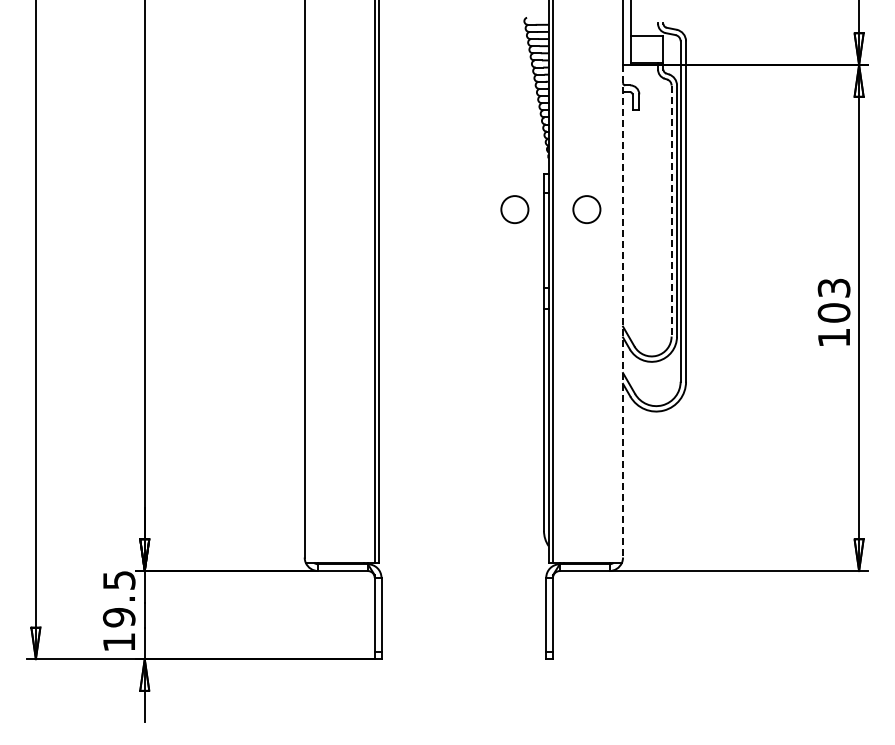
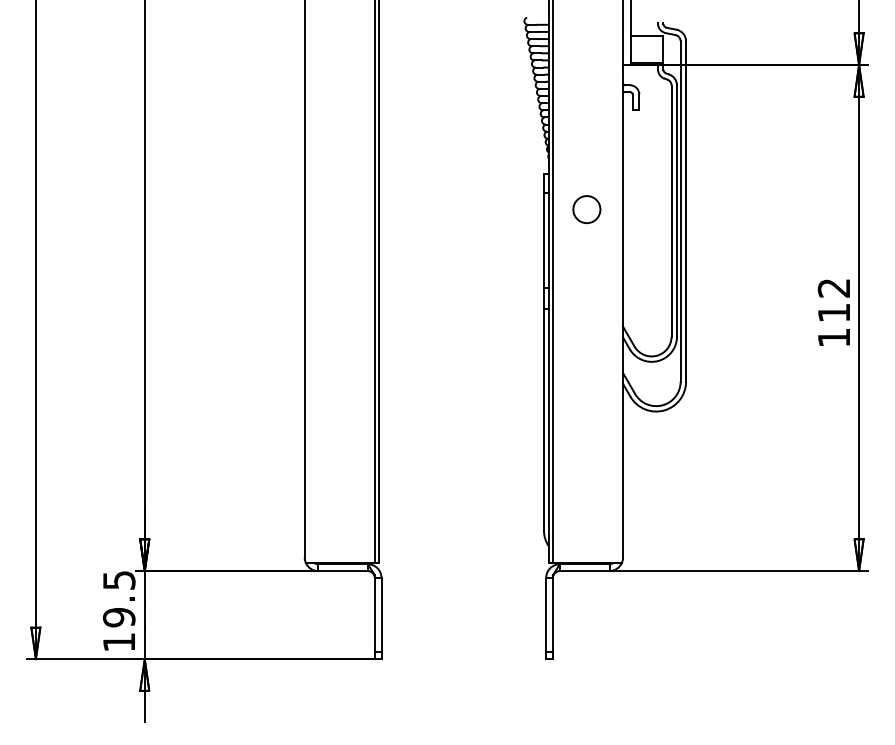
circle at (514, 209): present -> none
line at (671, 211): dashed -> solid
text at (833, 300): 103 -> 112
line at (623, 311): dashed -> solid
